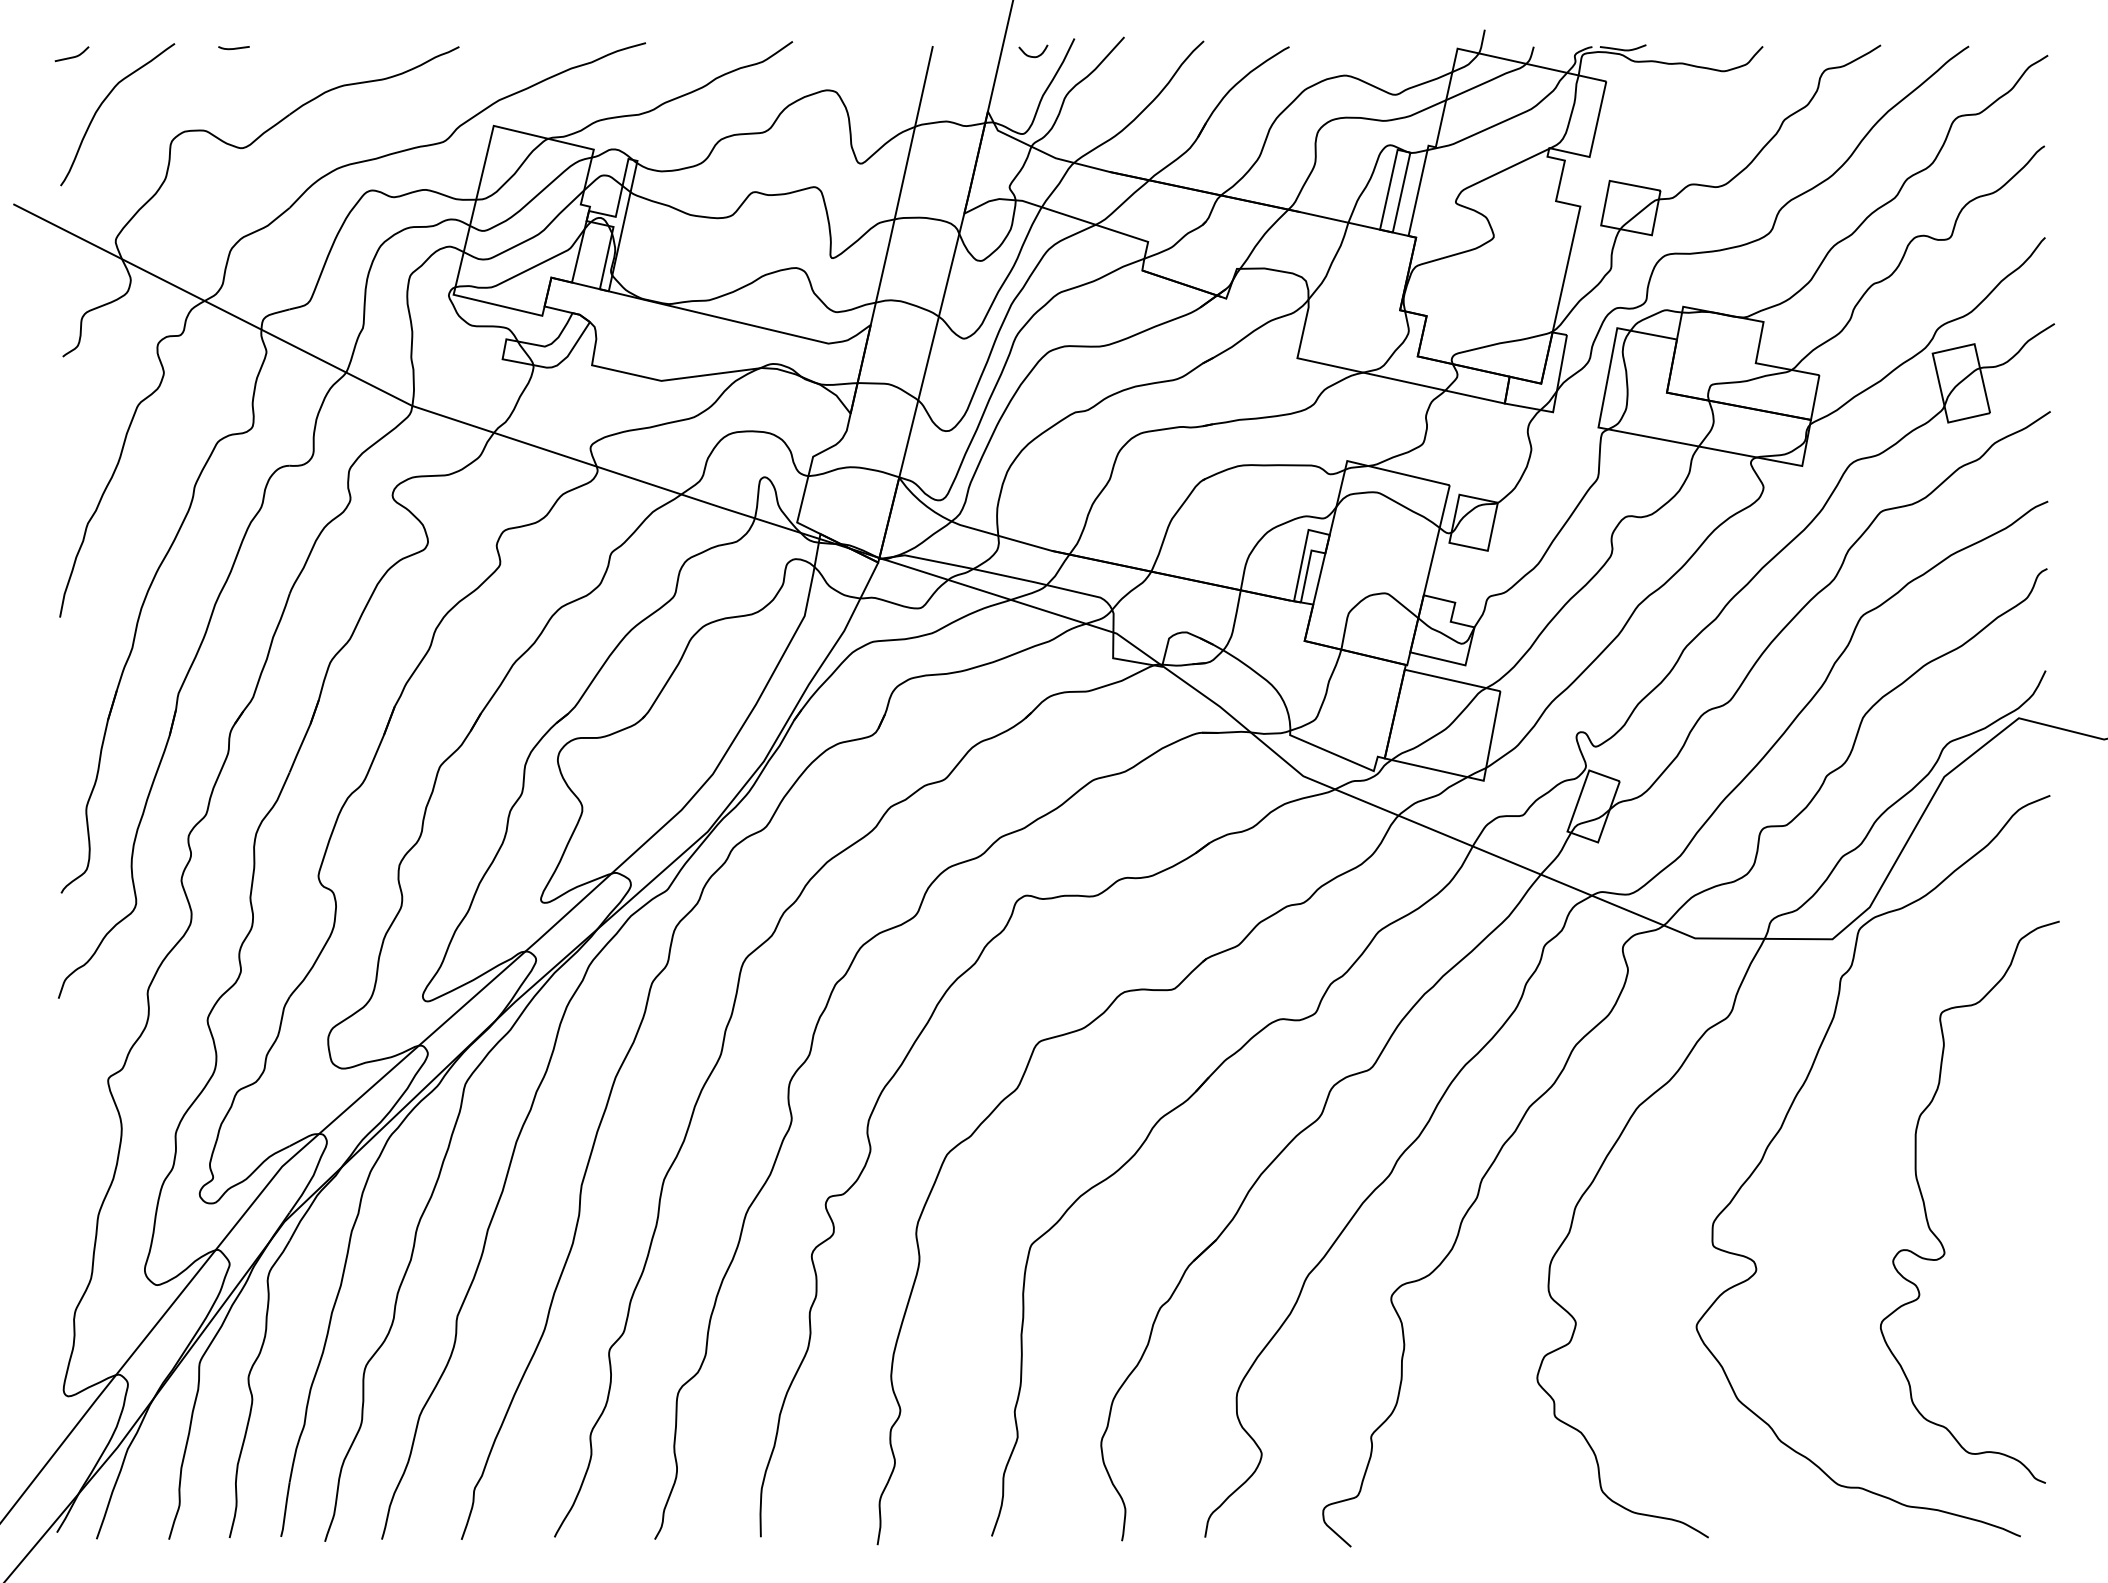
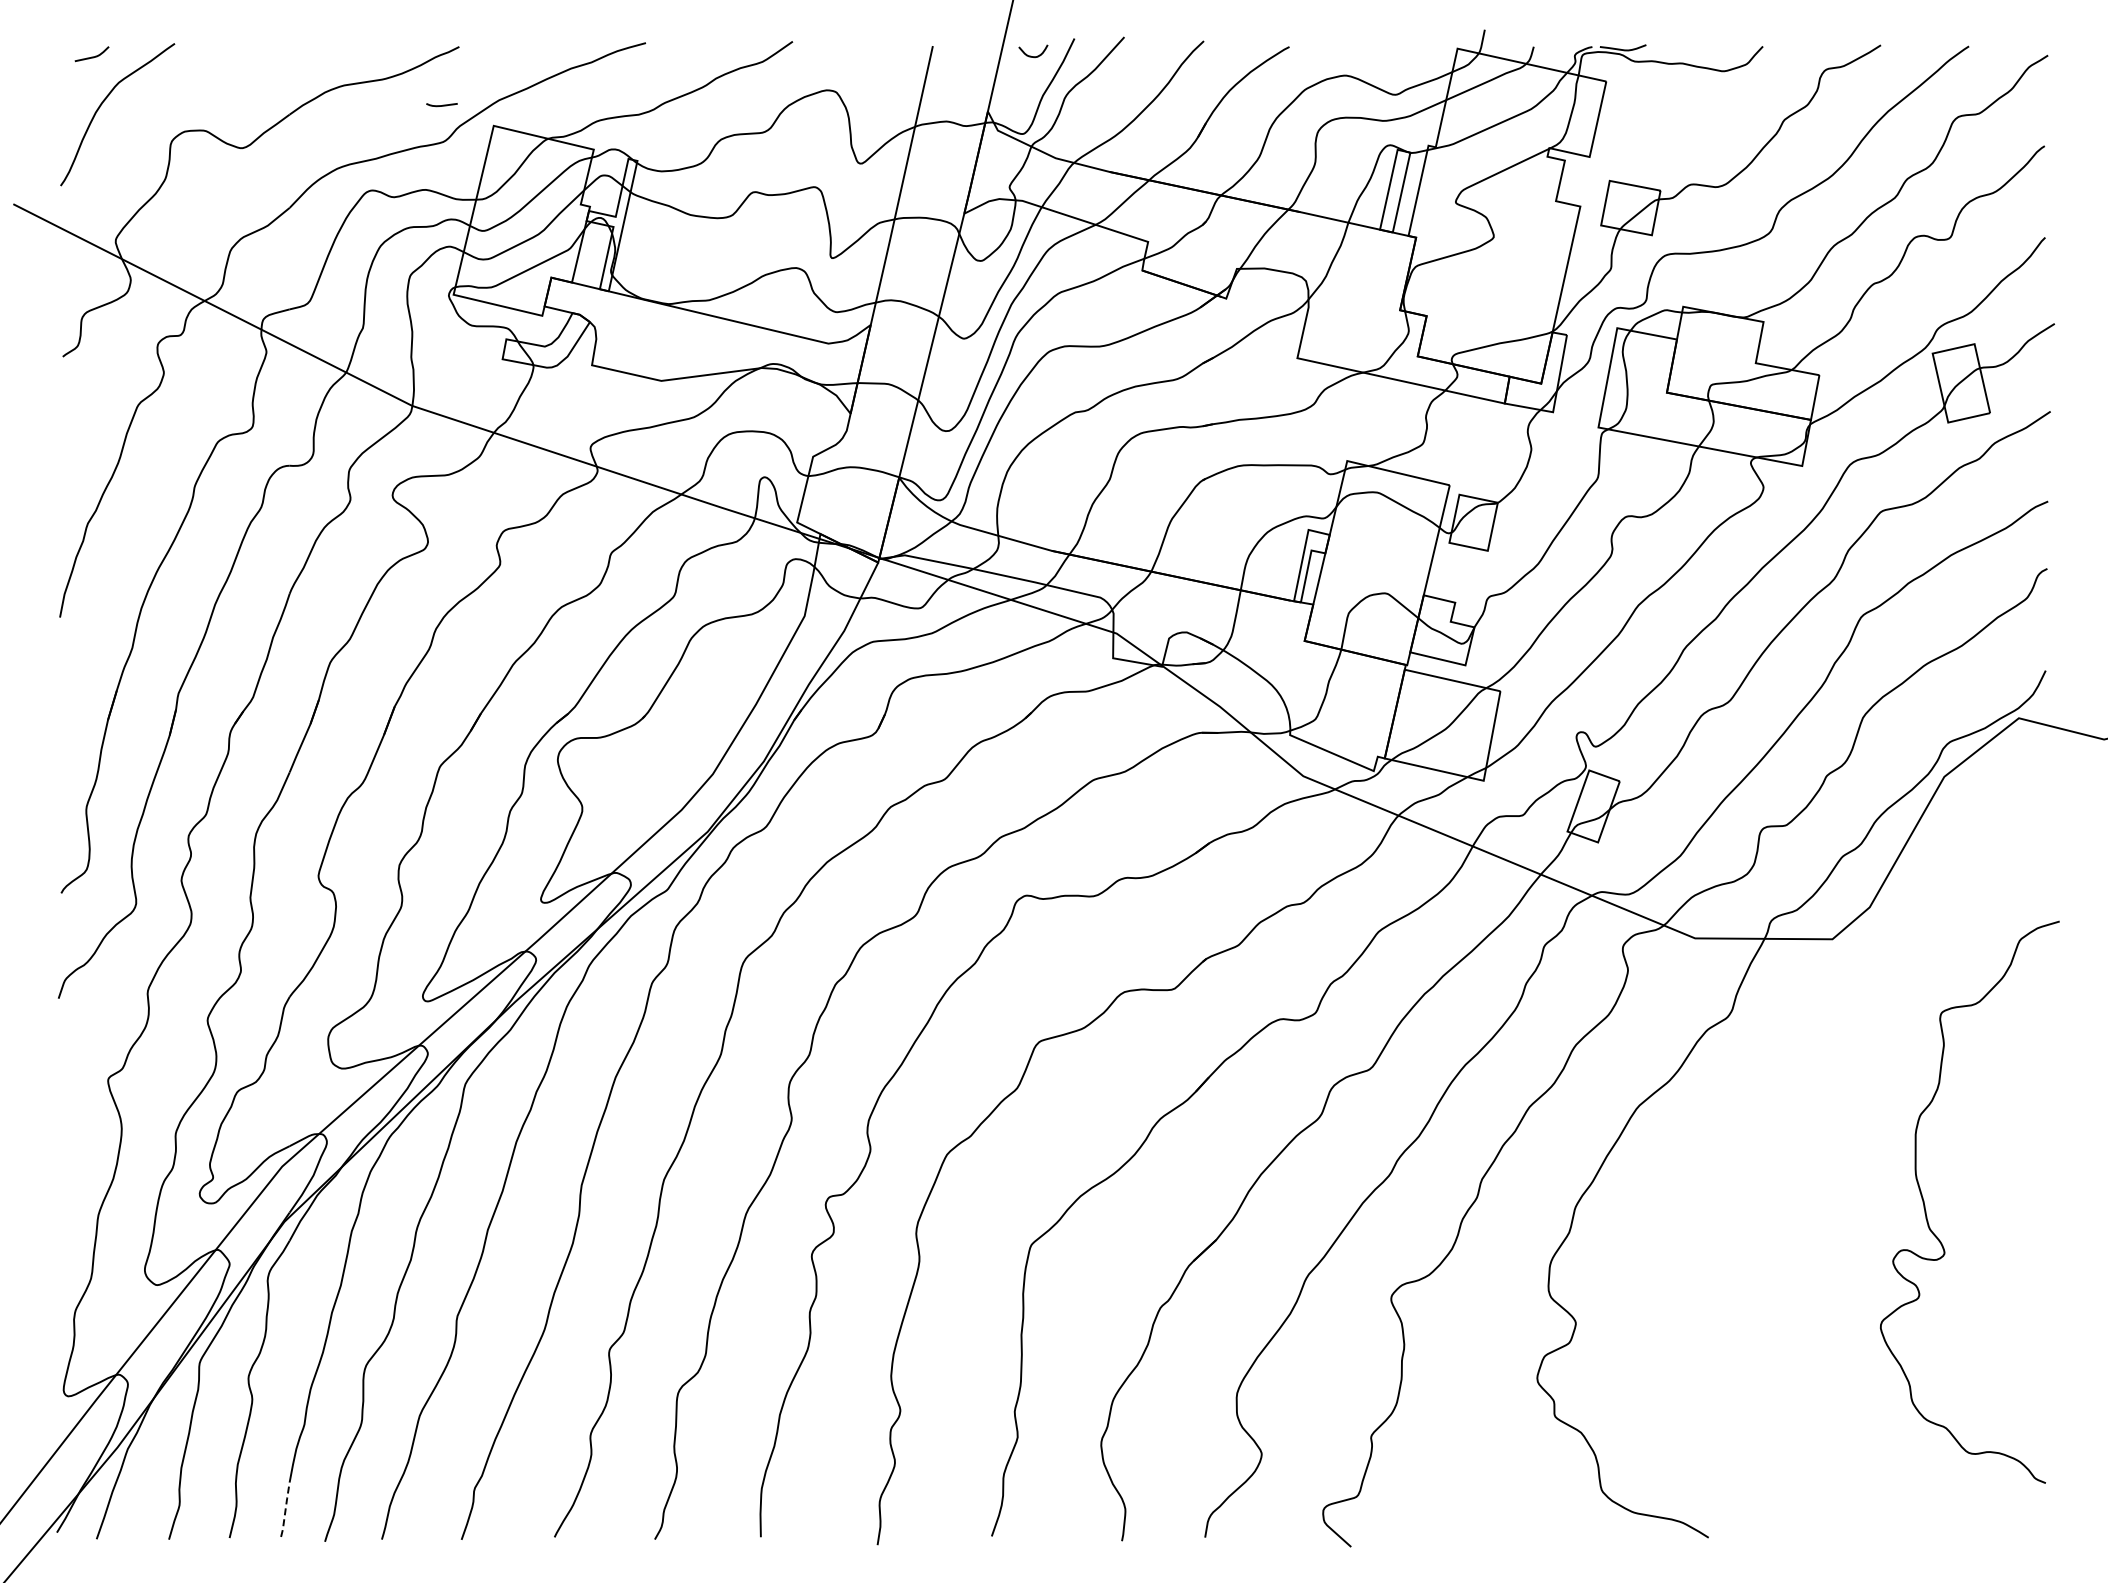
curve at (233, 48) position: (233, 48) -> (441, 105)
curve at (71, 56) position: (71, 56) -> (91, 56)
curve at (1782, 1127): present -> none
line at (285, 1509): solid -> dashed
